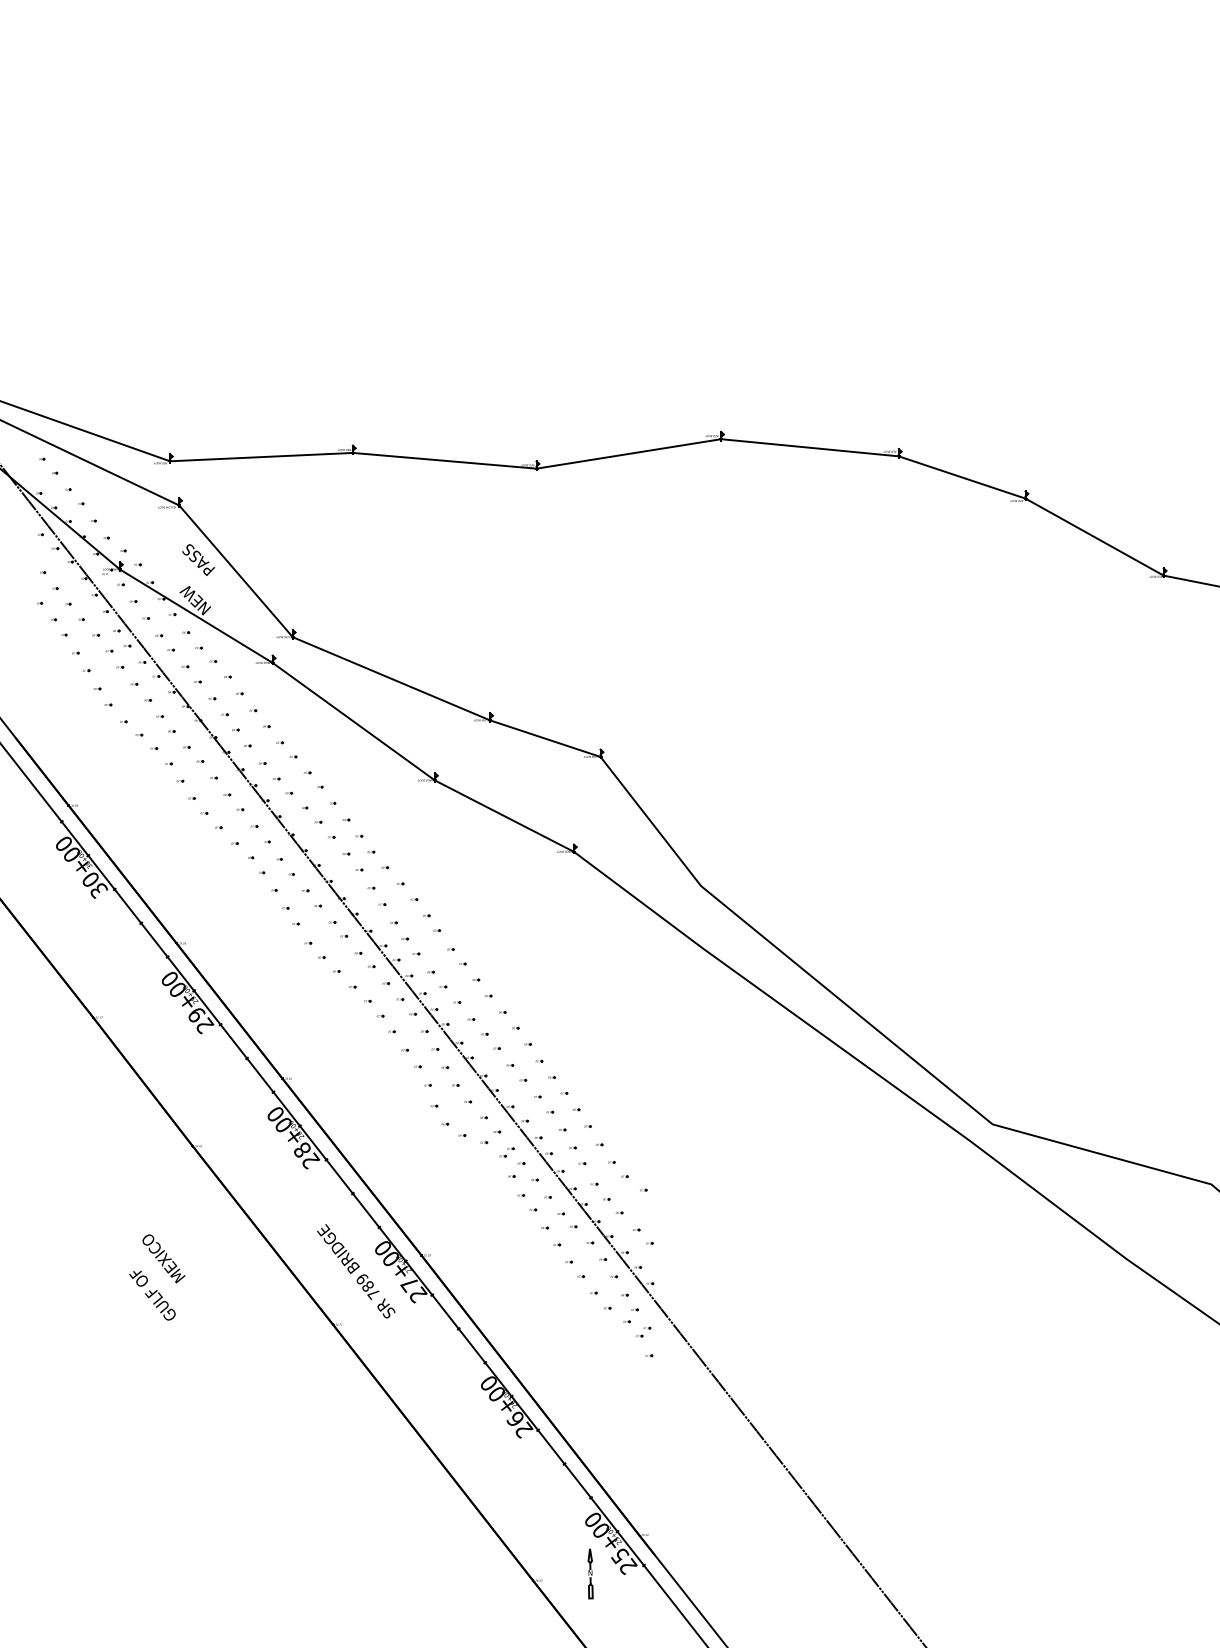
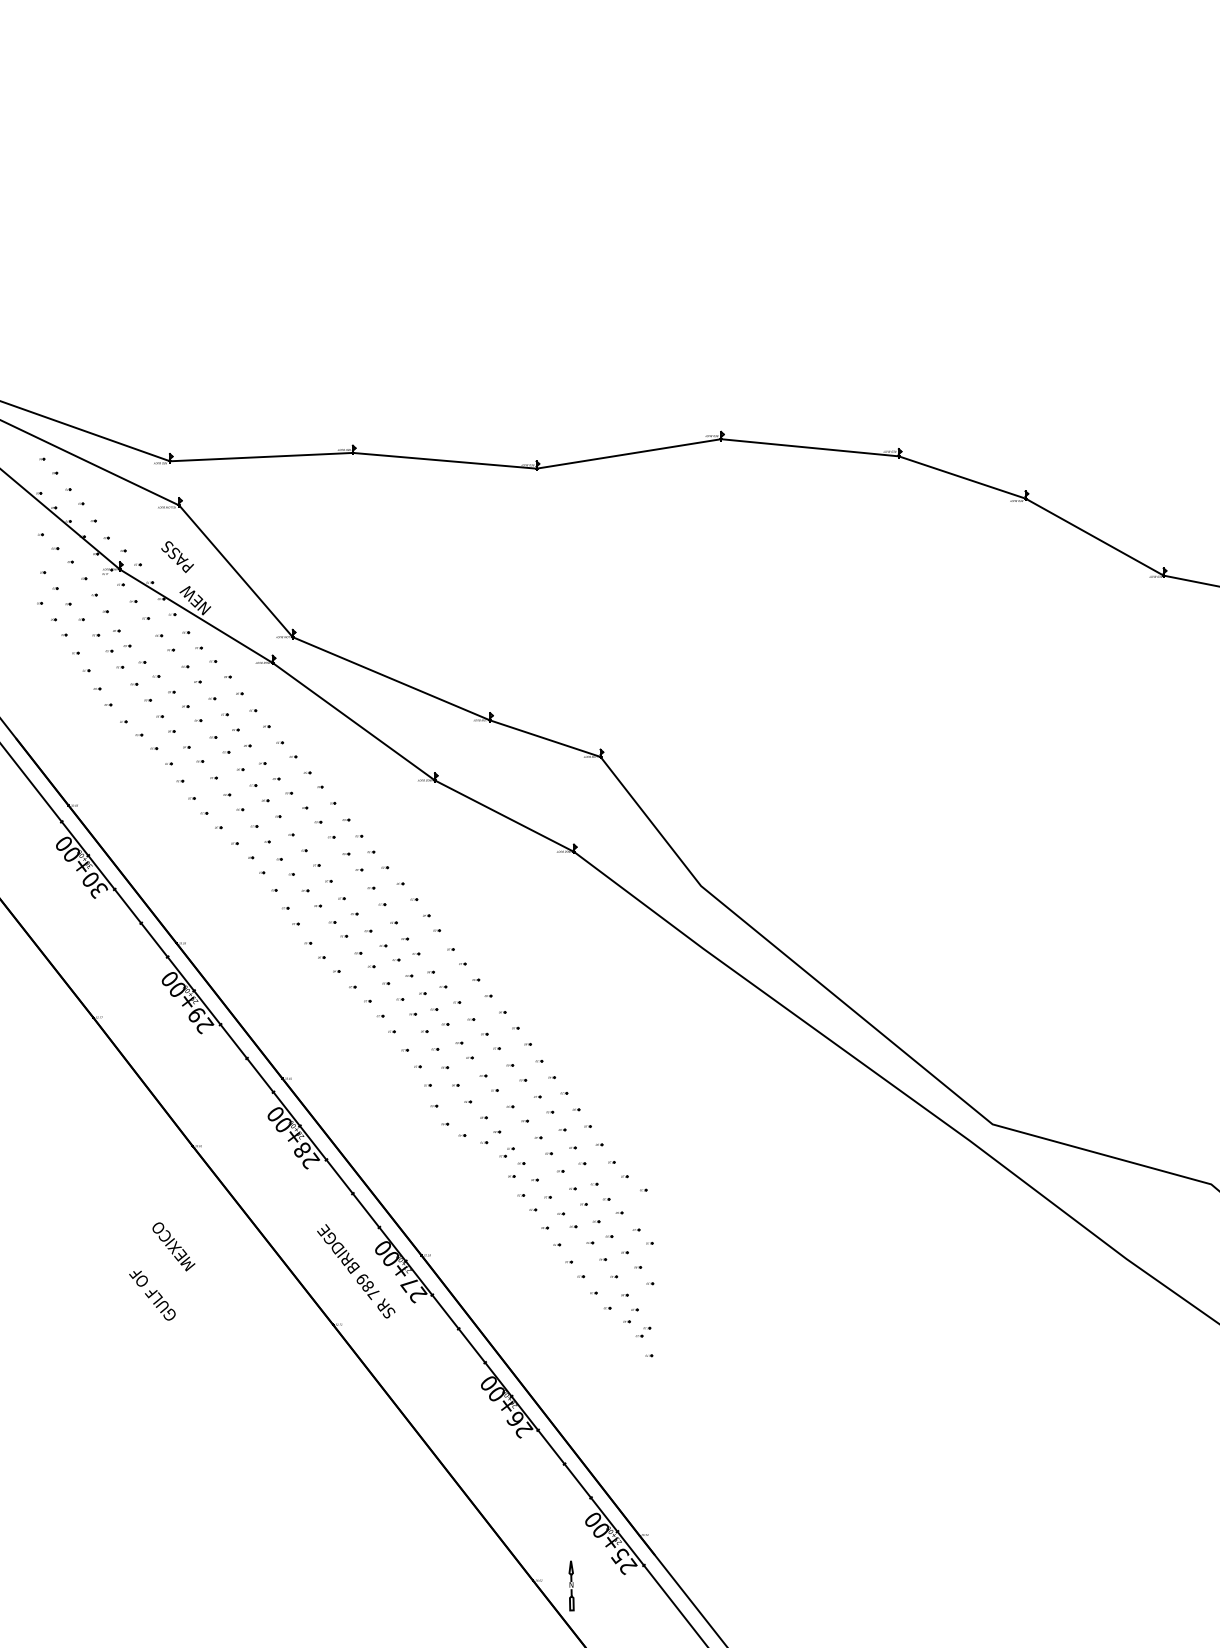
text at (198, 559) position: (198, 559) -> (177, 556)
line at (462, 1055): present -> none
text at (163, 1258) position: (163, 1258) -> (173, 1246)
part at (590, 1573) position: (590, 1573) -> (571, 1585)
